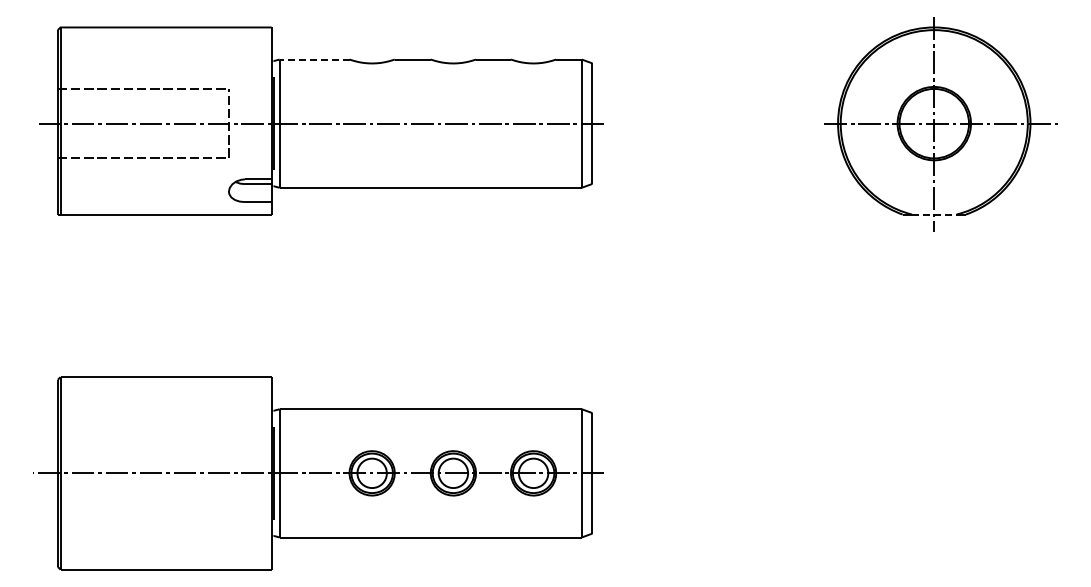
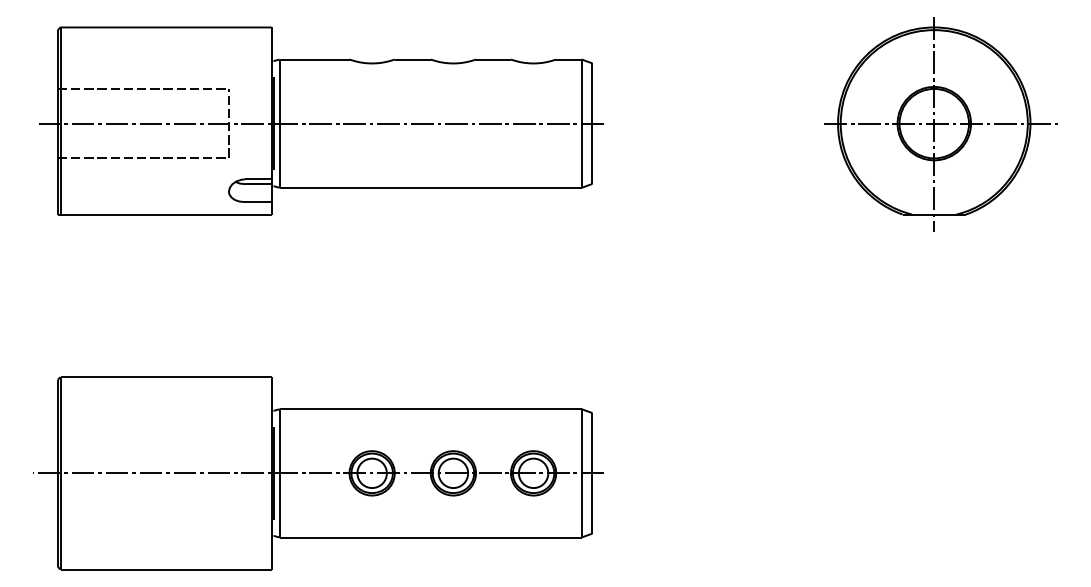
line at (314, 59): dashed -> solid
line at (934, 214): dashed -> solid
